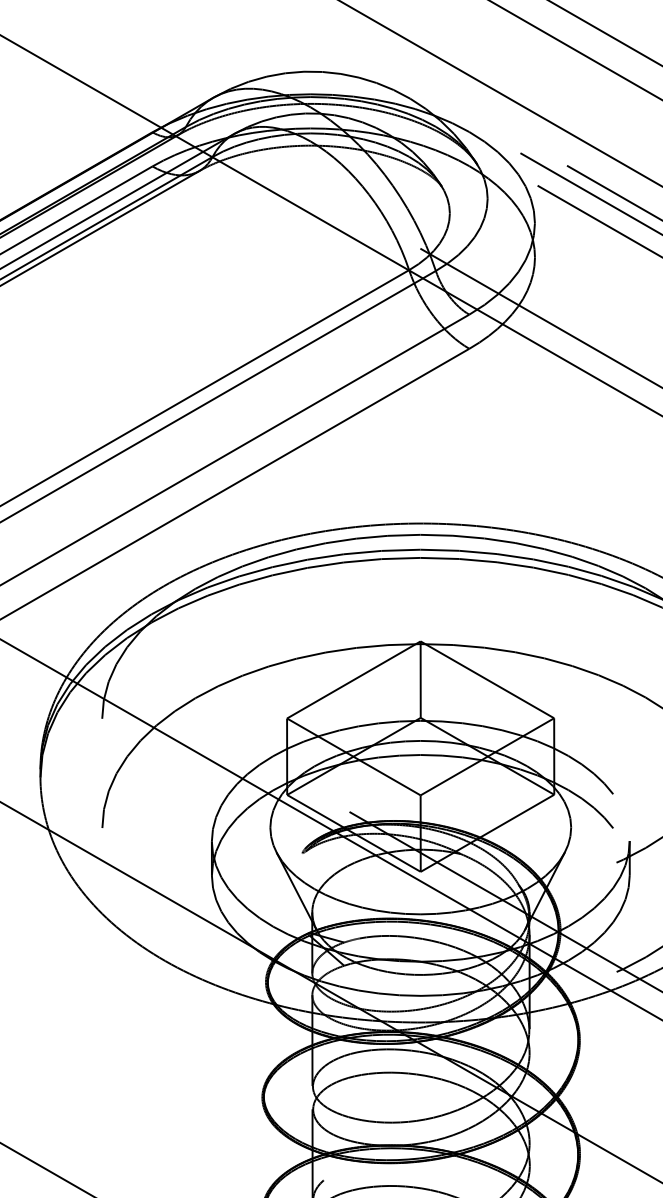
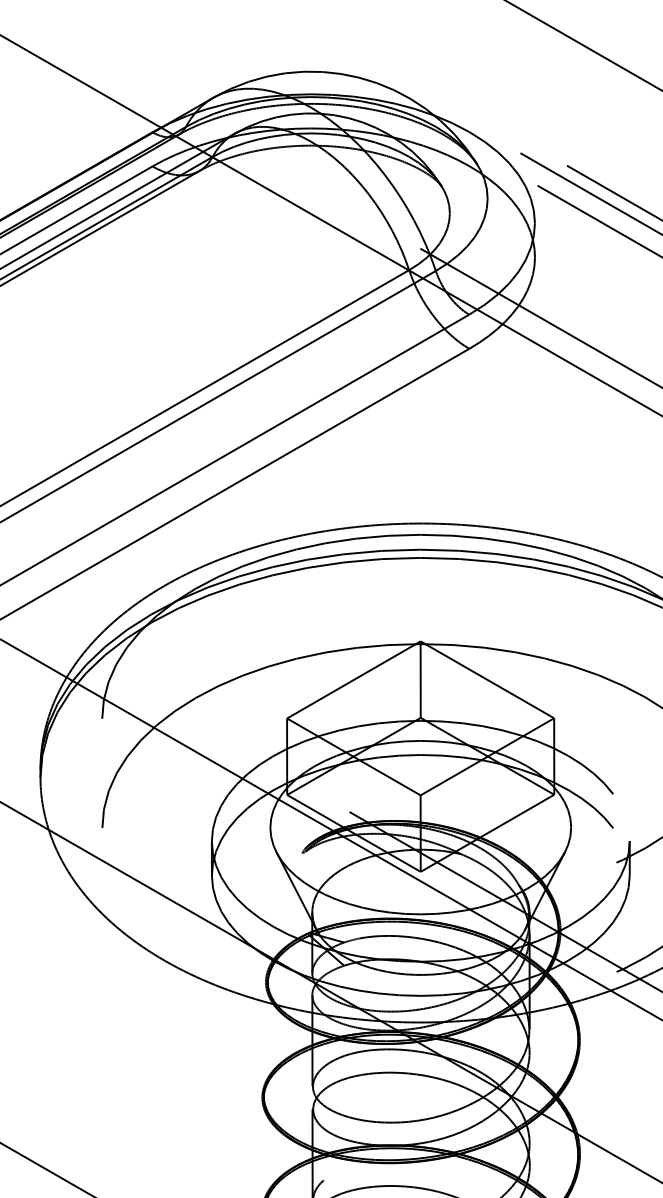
line at (605, 33): present -> none
line at (575, 50) position: (575, 50) -> (583, 45)
line at (500, 93): present -> none
